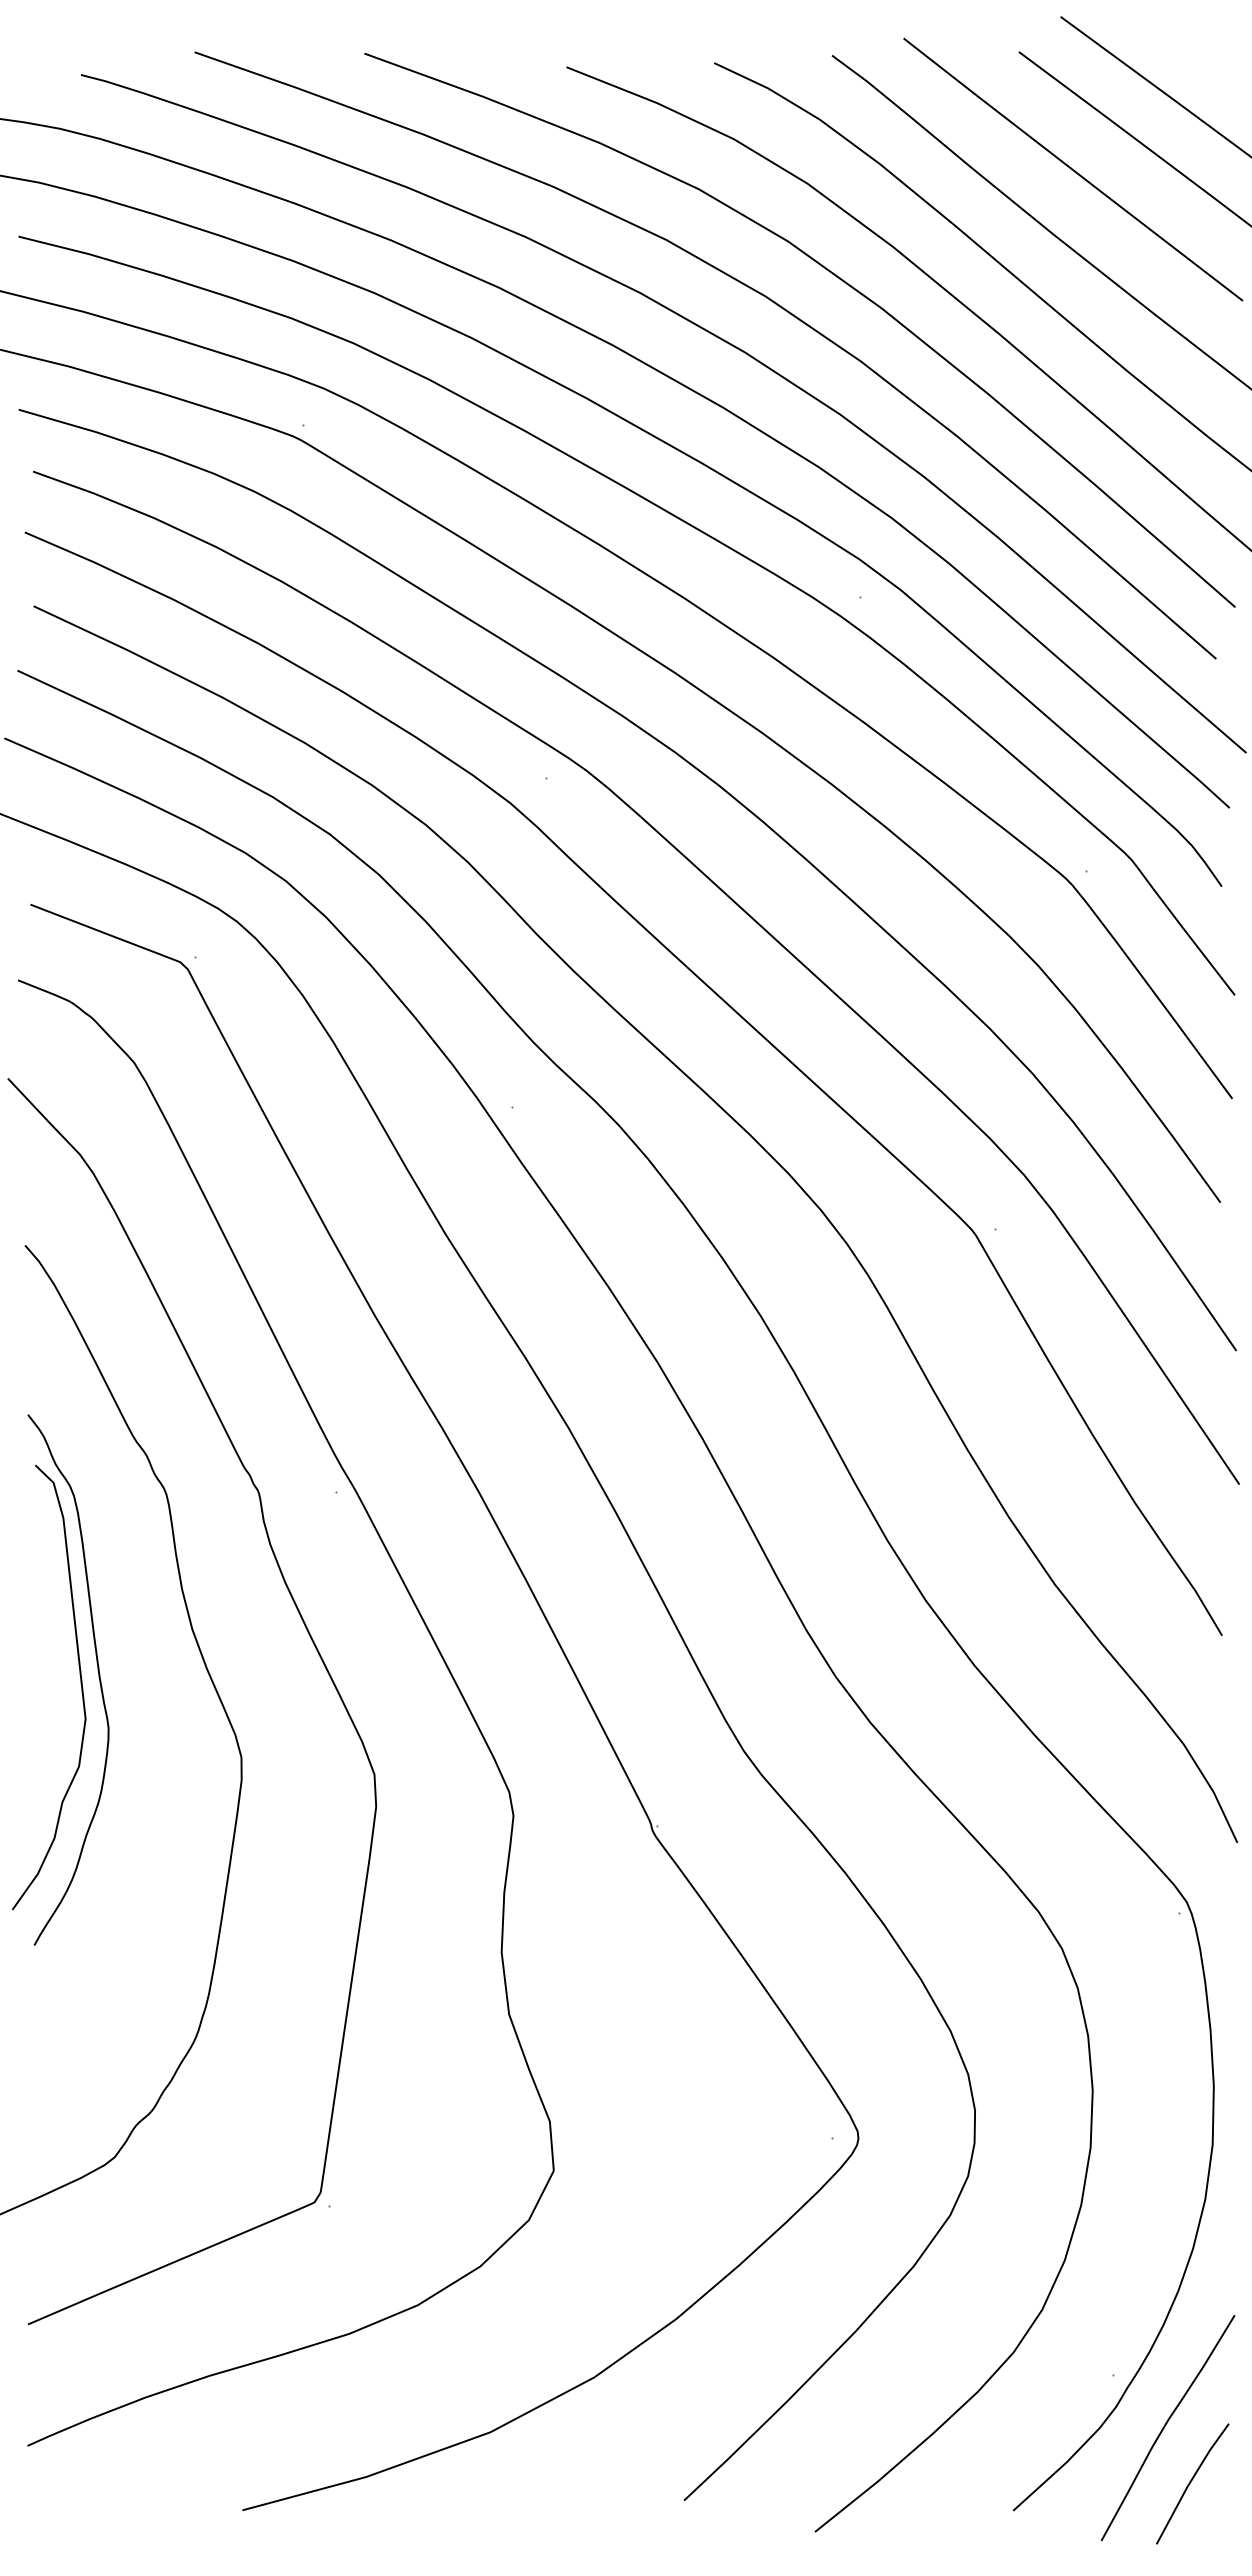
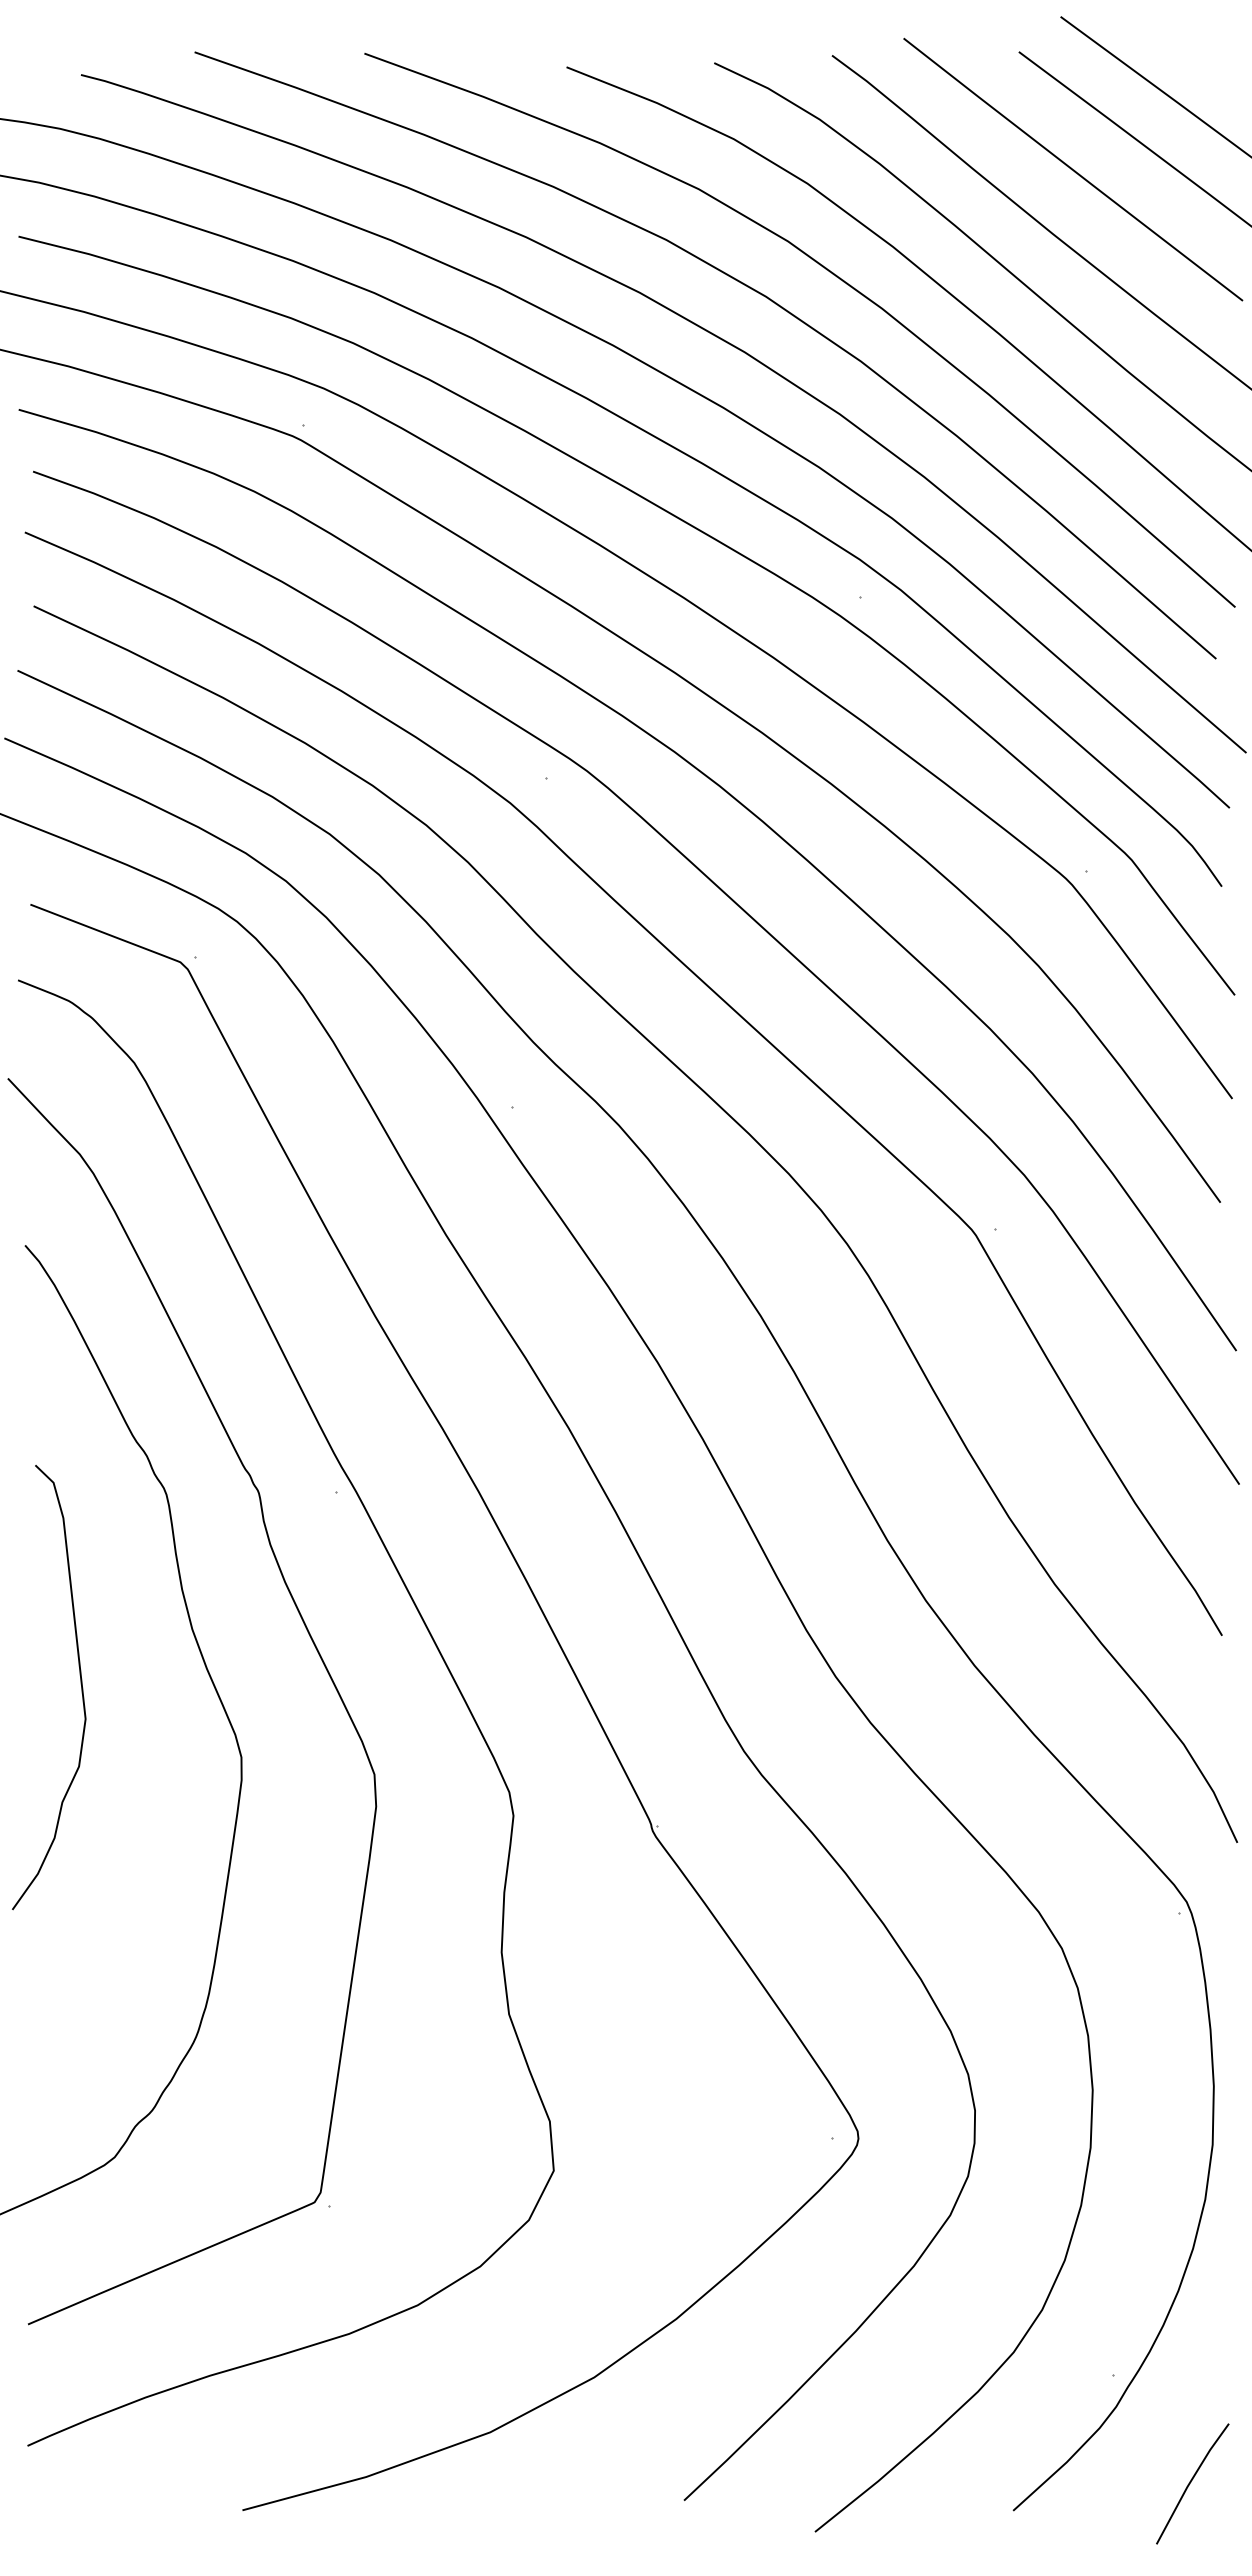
curve at (98, 1677): present -> none
curve at (1165, 2426): present -> none
